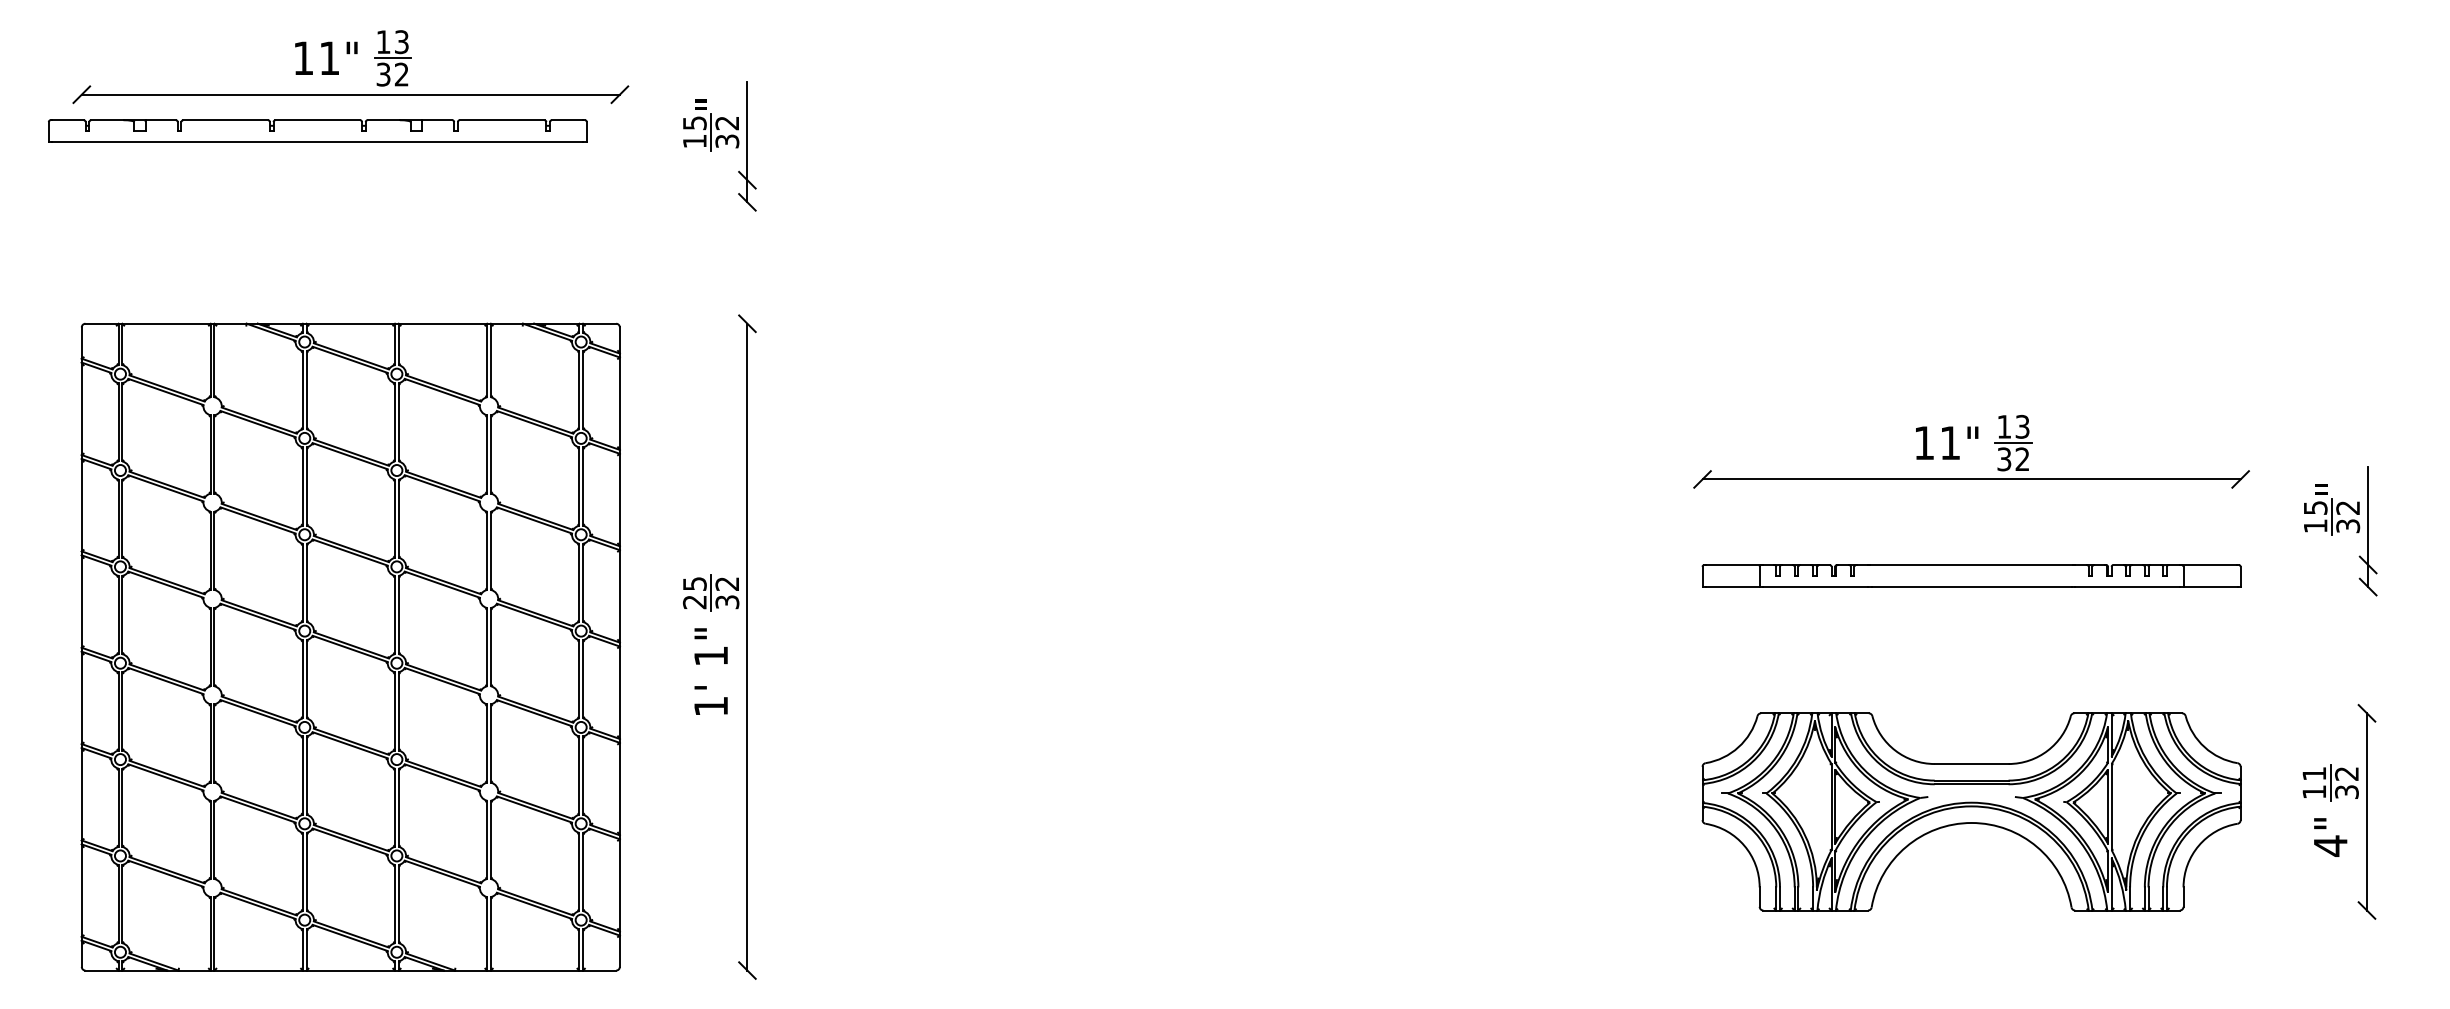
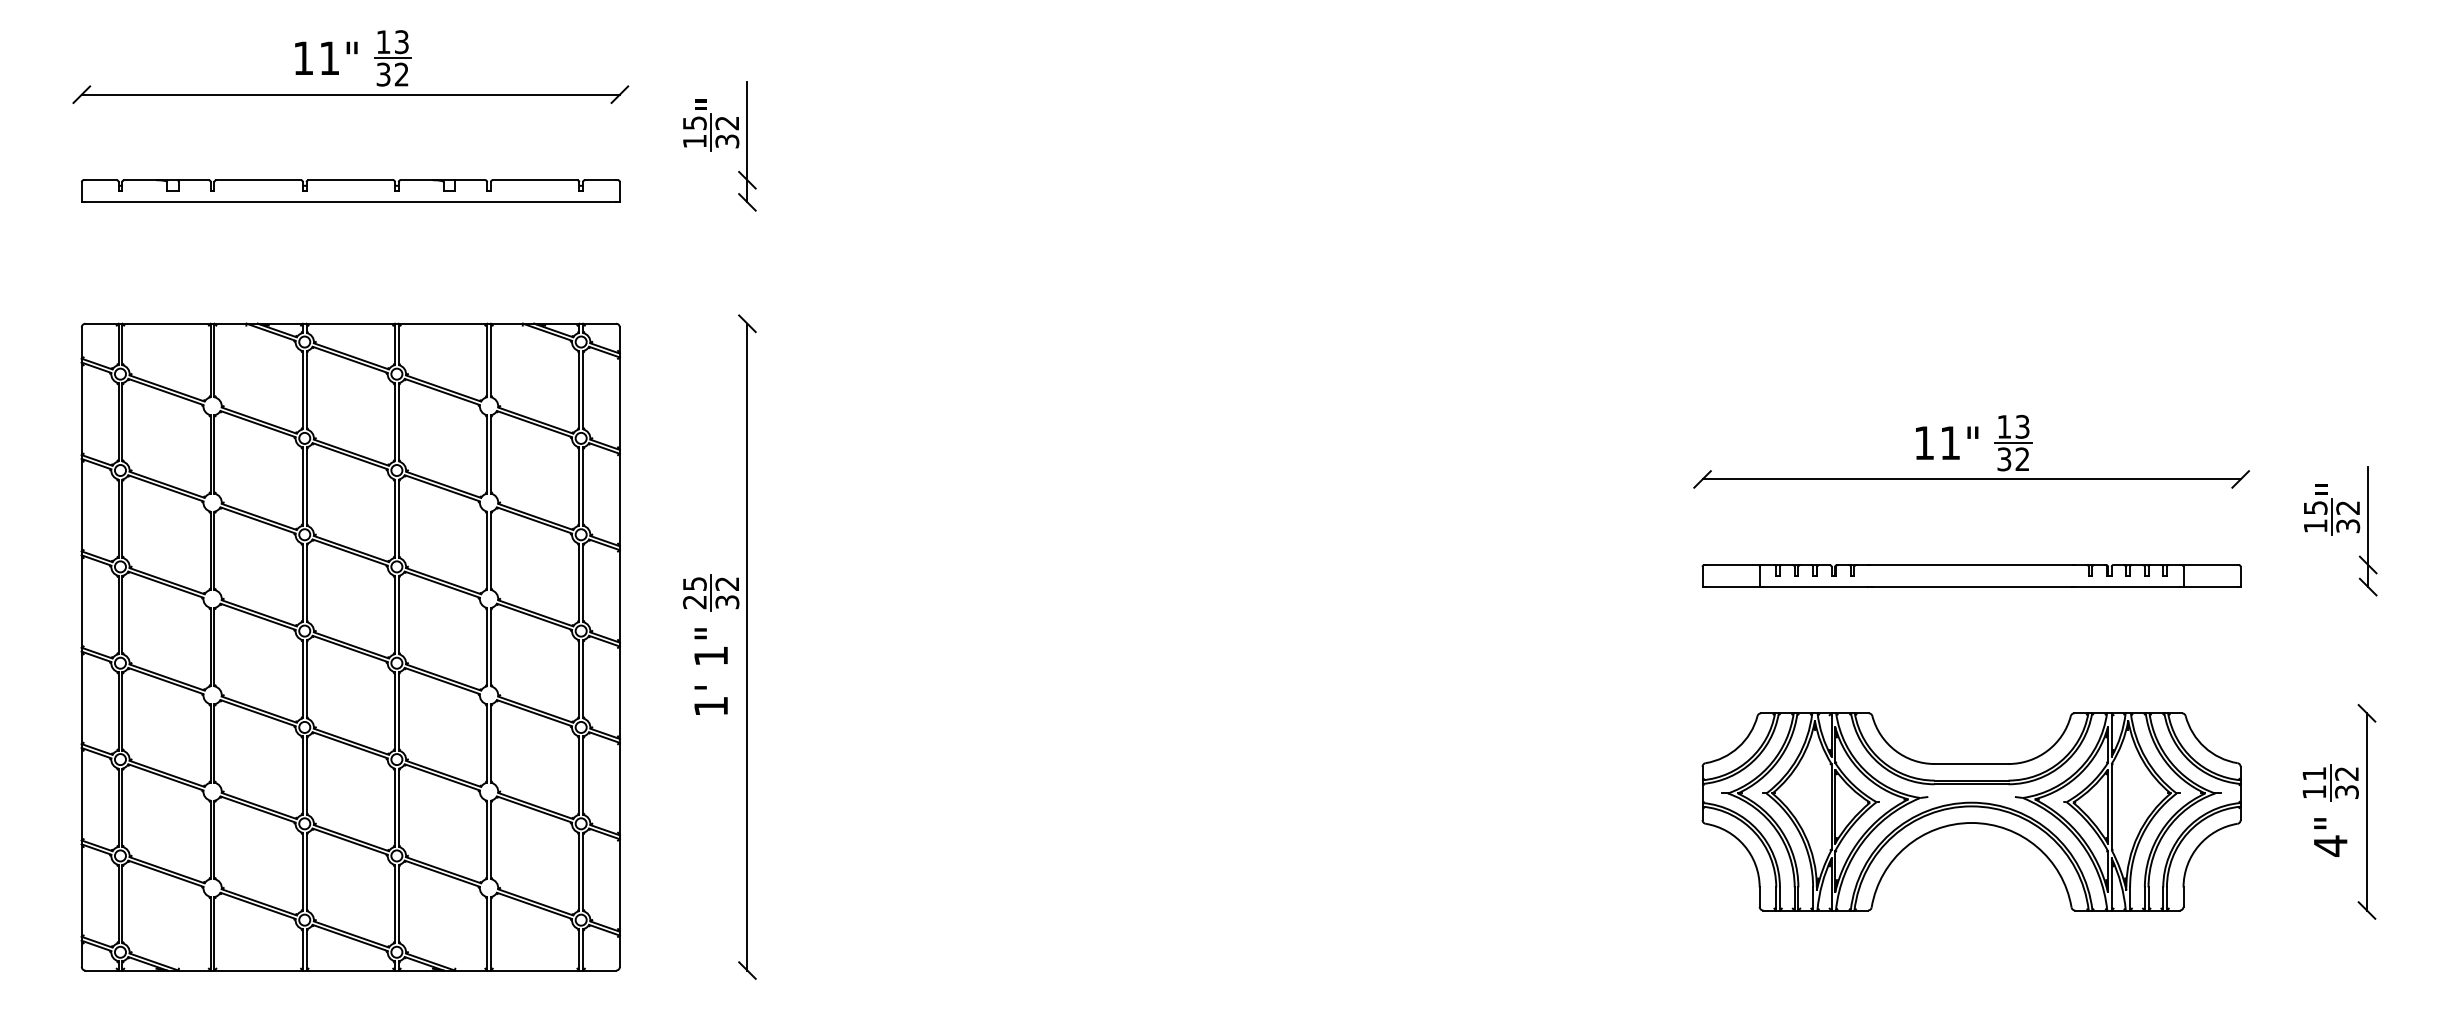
part at (317, 130) position: (317, 130) -> (350, 190)
